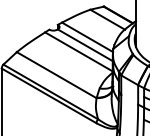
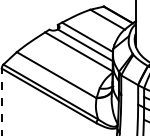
line at (1, 101): solid -> dashed
